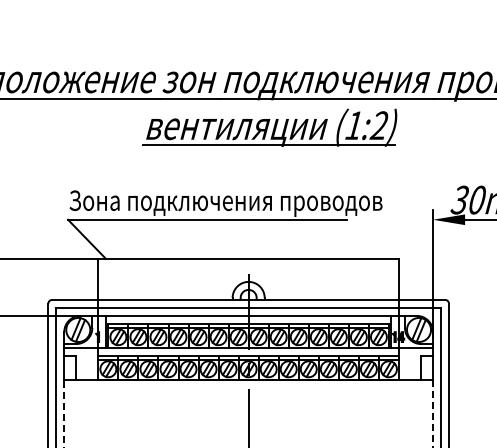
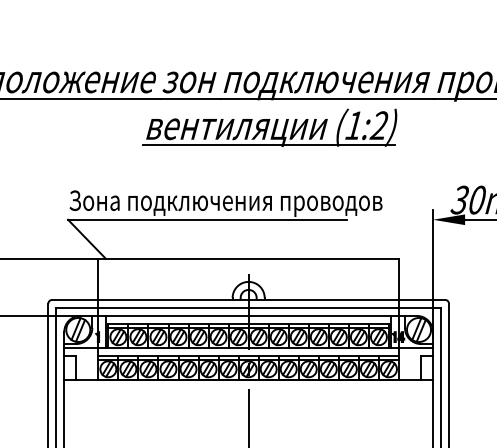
line at (64, 414): dashed -> solid
line at (433, 414): dashed -> solid
